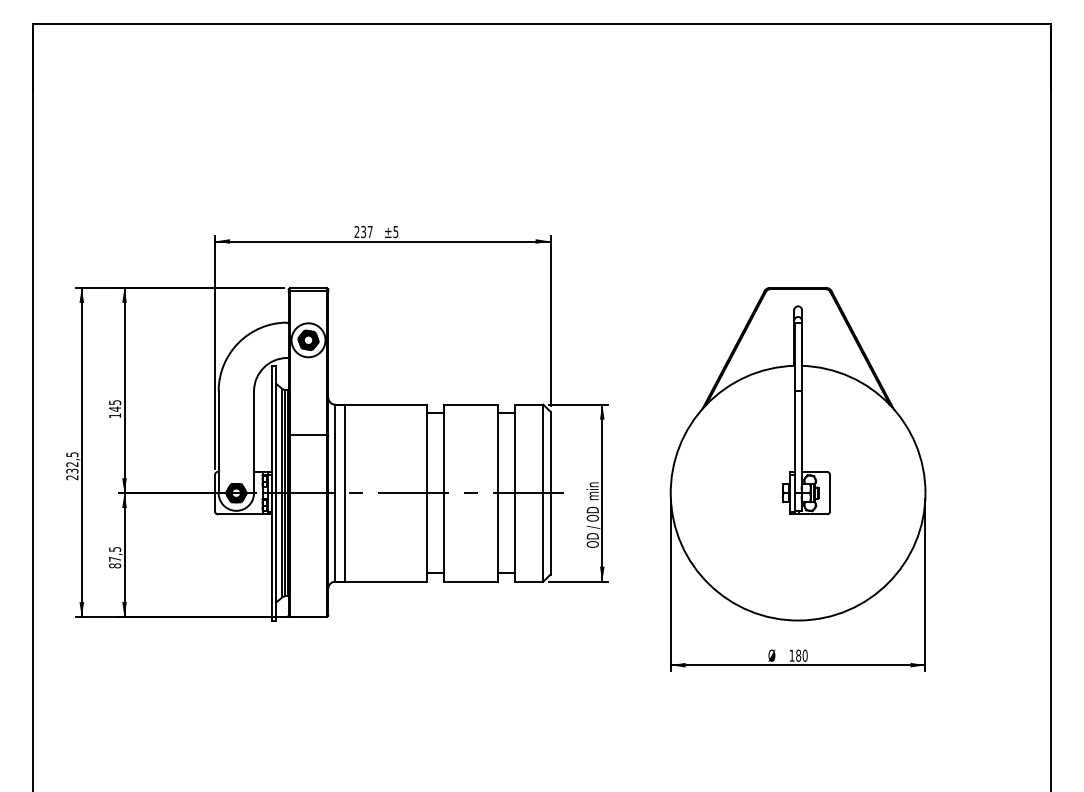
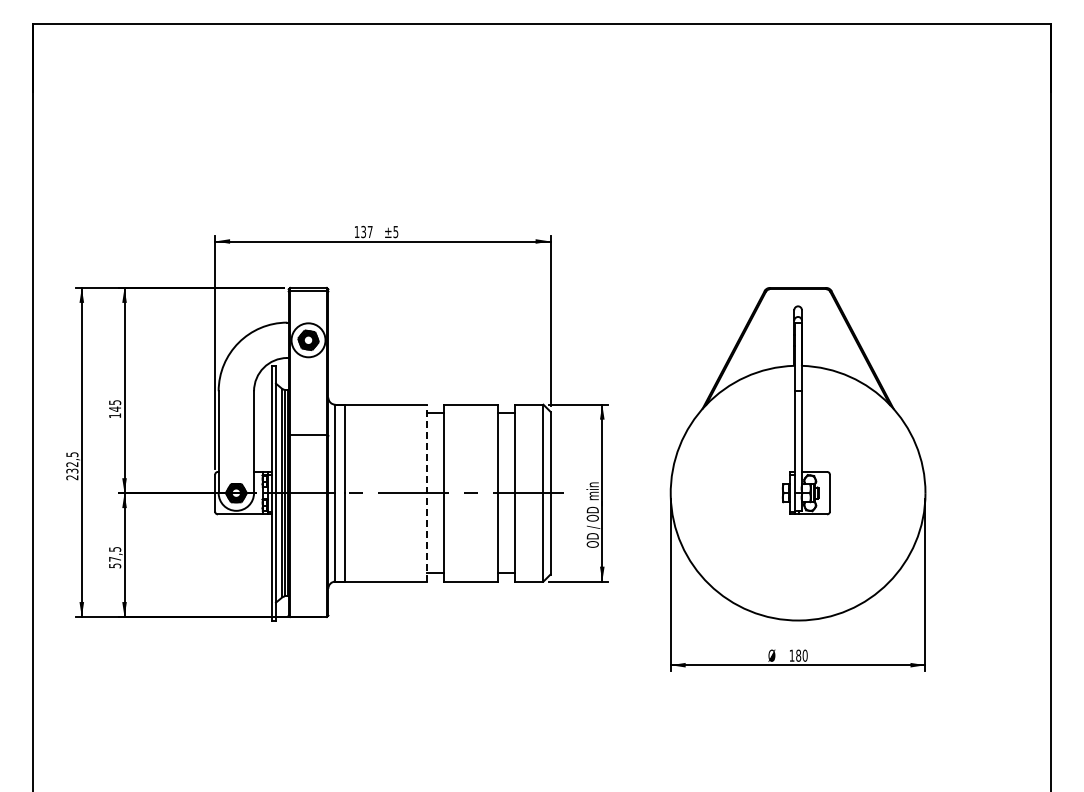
text at (356, 231): 237 -> 137
line at (427, 492): solid -> dashed
text at (115, 565): 87,5 -> 57,5
